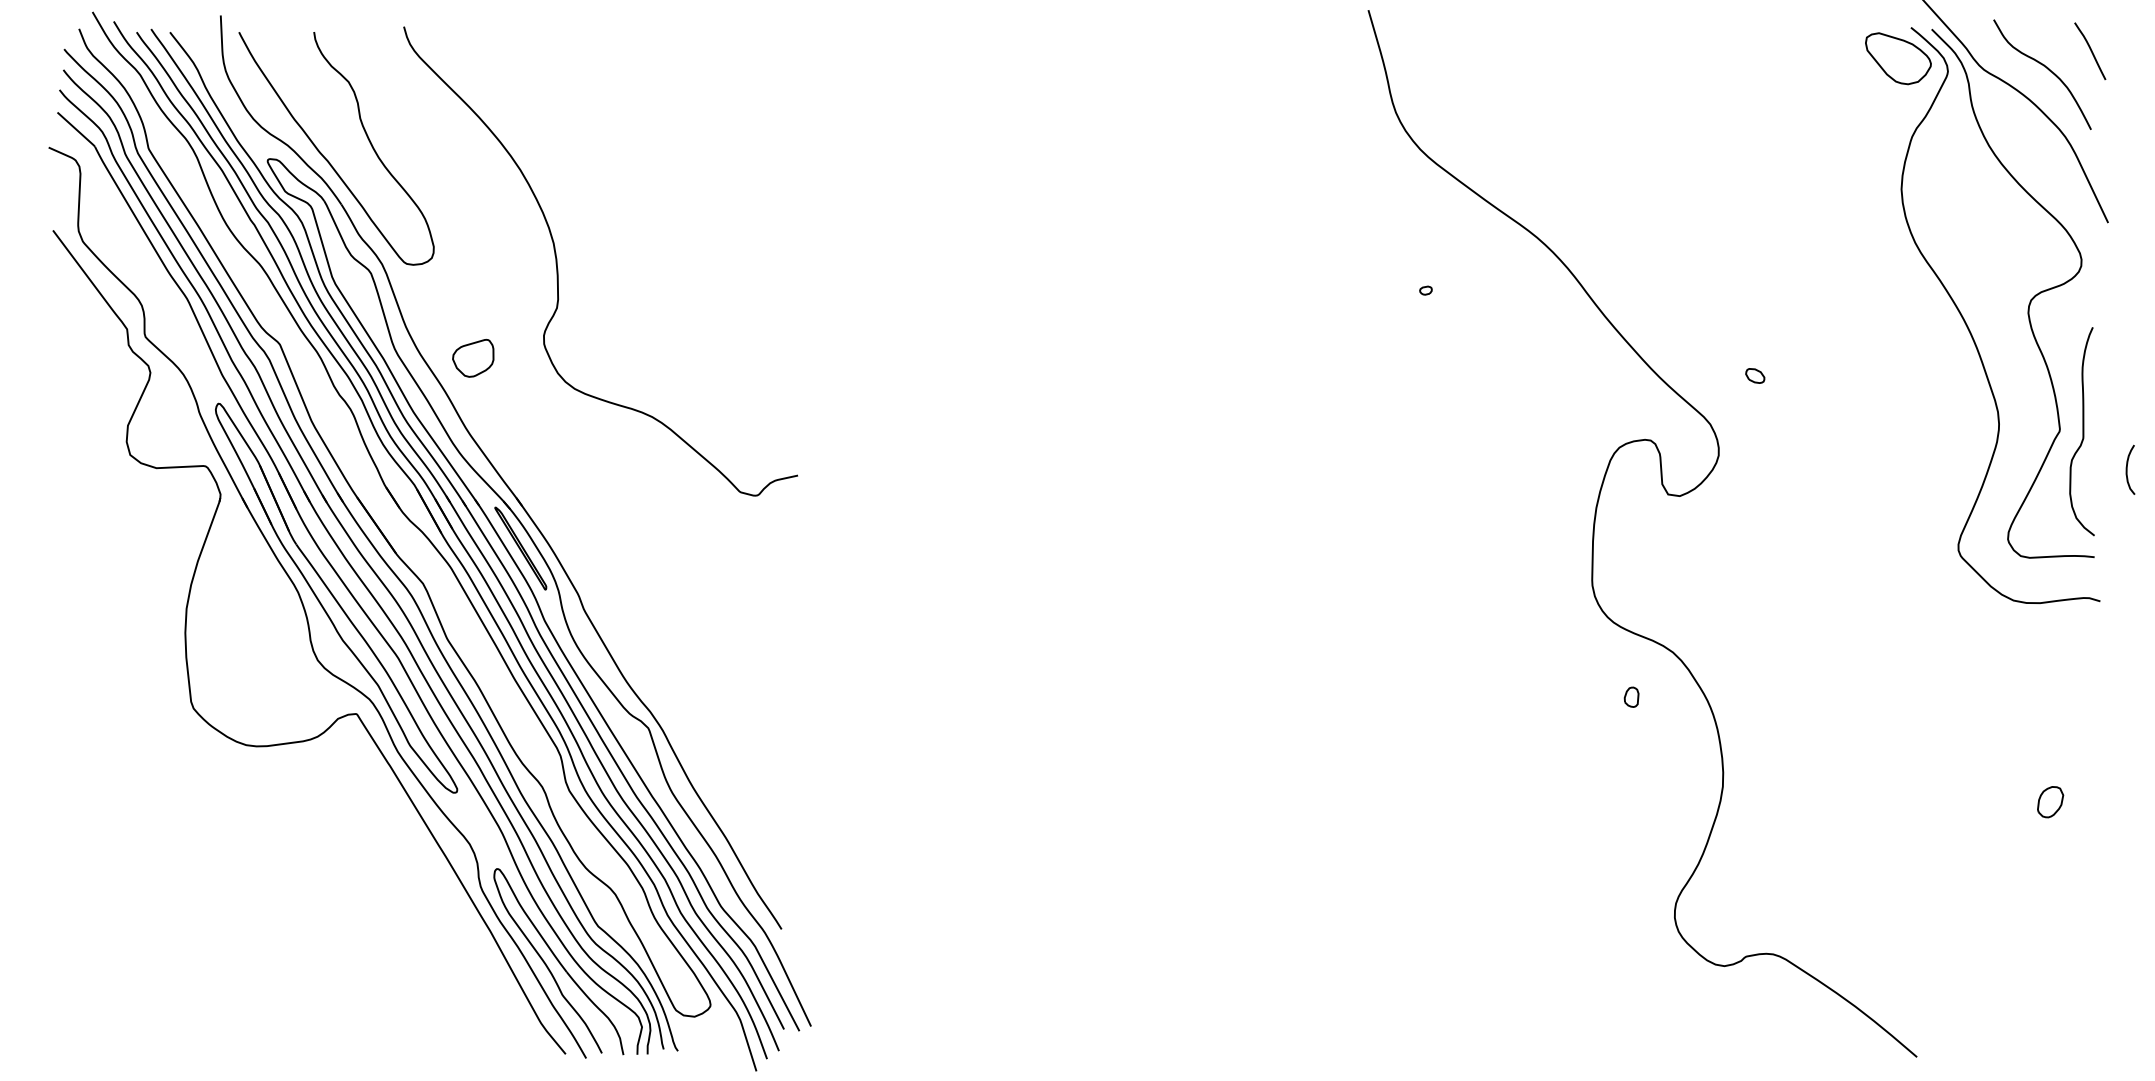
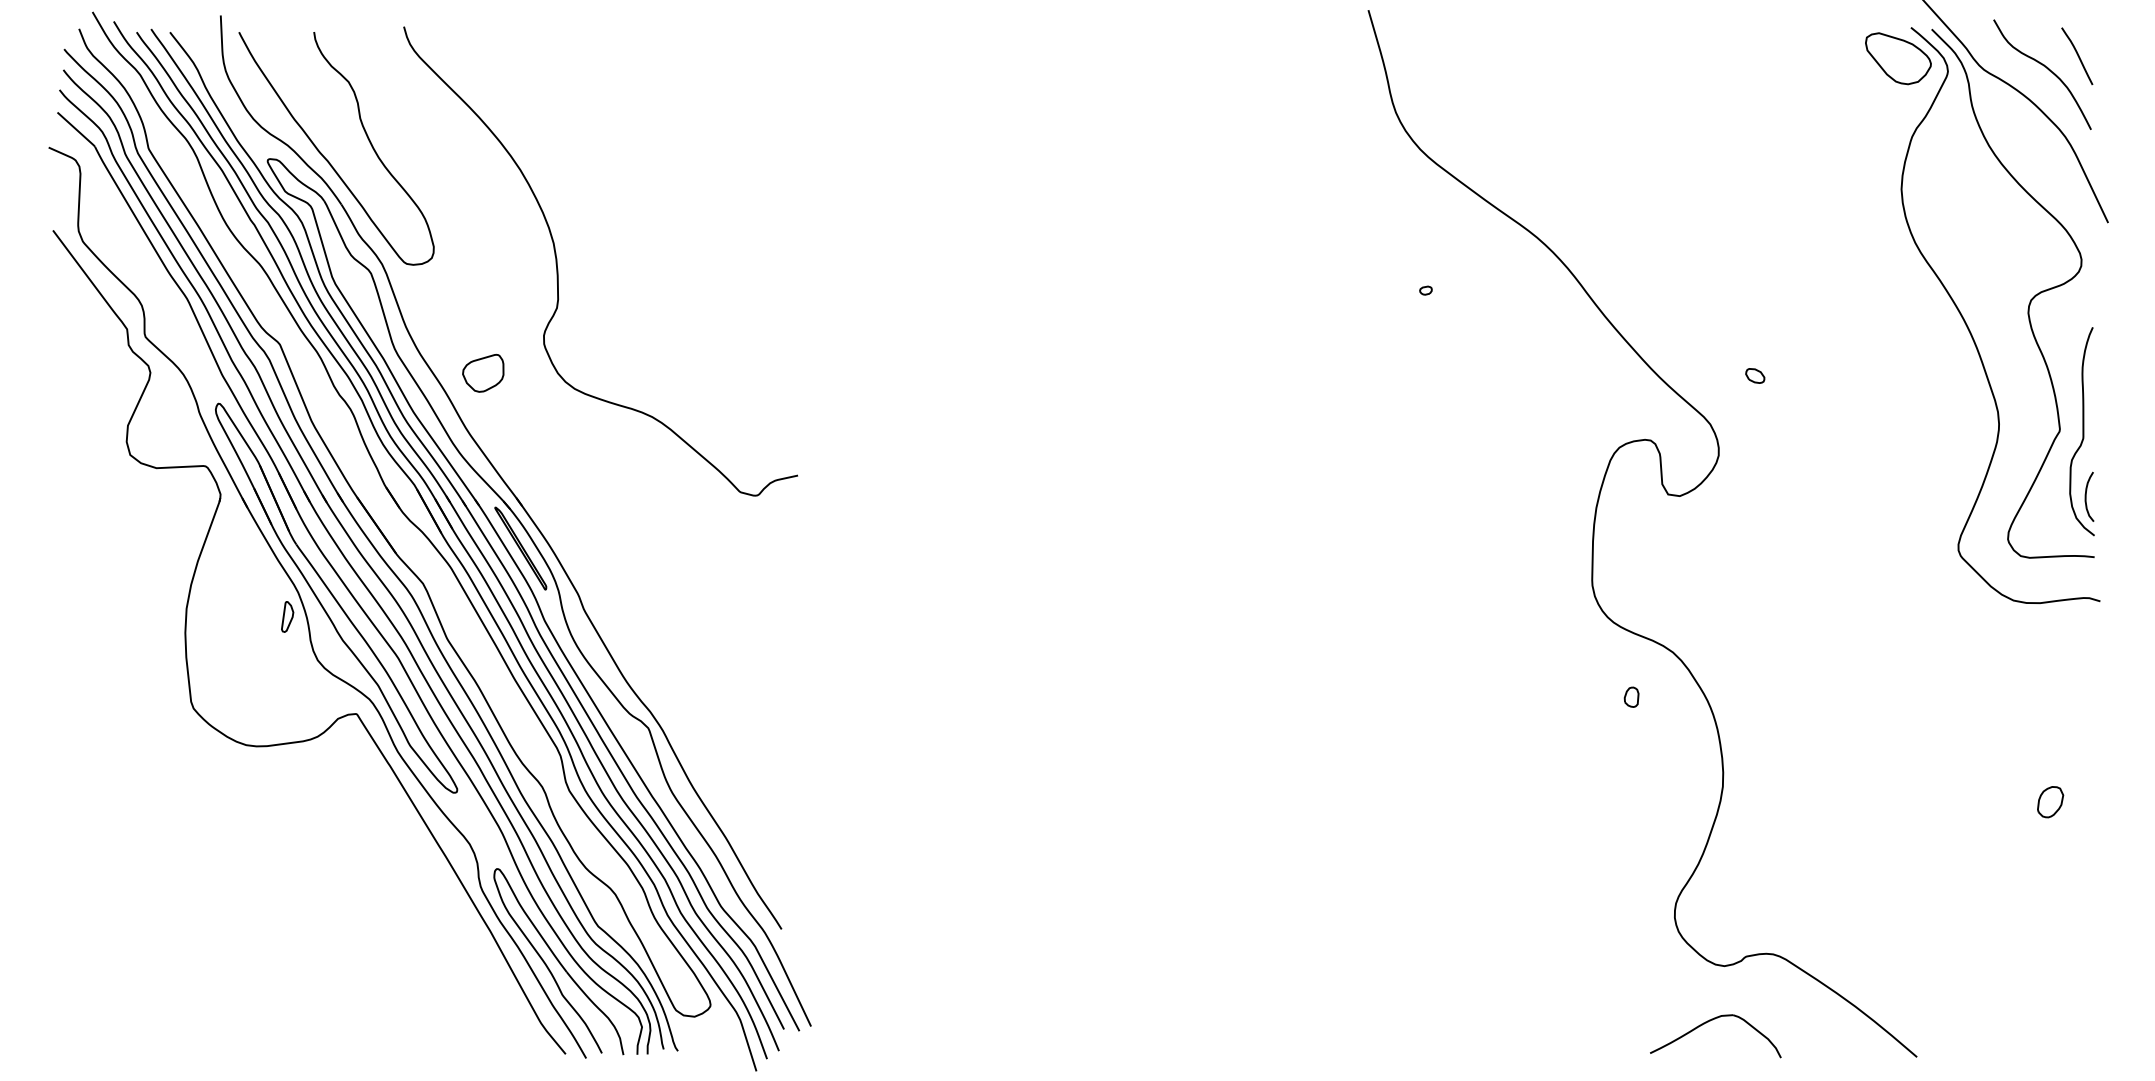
curve at (2090, 50) position: (2090, 50) -> (2077, 55)
part at (473, 357) position: (473, 357) -> (483, 372)
curve at (2127, 469) position: (2127, 469) -> (2086, 496)
part at (287, 616): none -> present
part at (1708, 1022): none -> present
